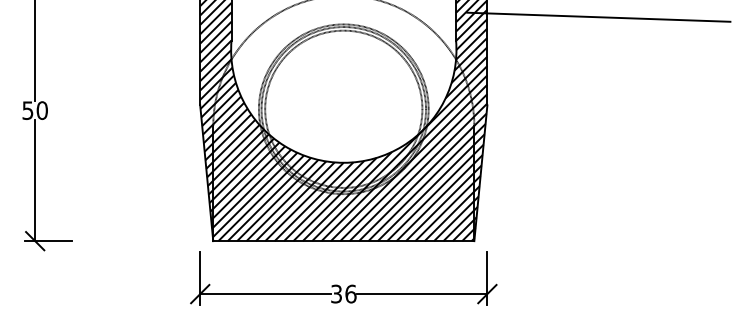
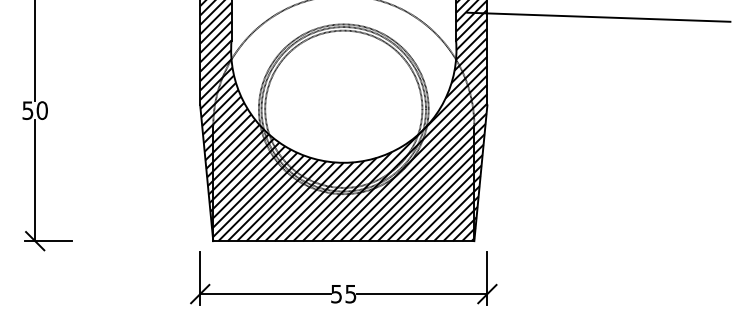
text at (343, 293): 36 -> 55
